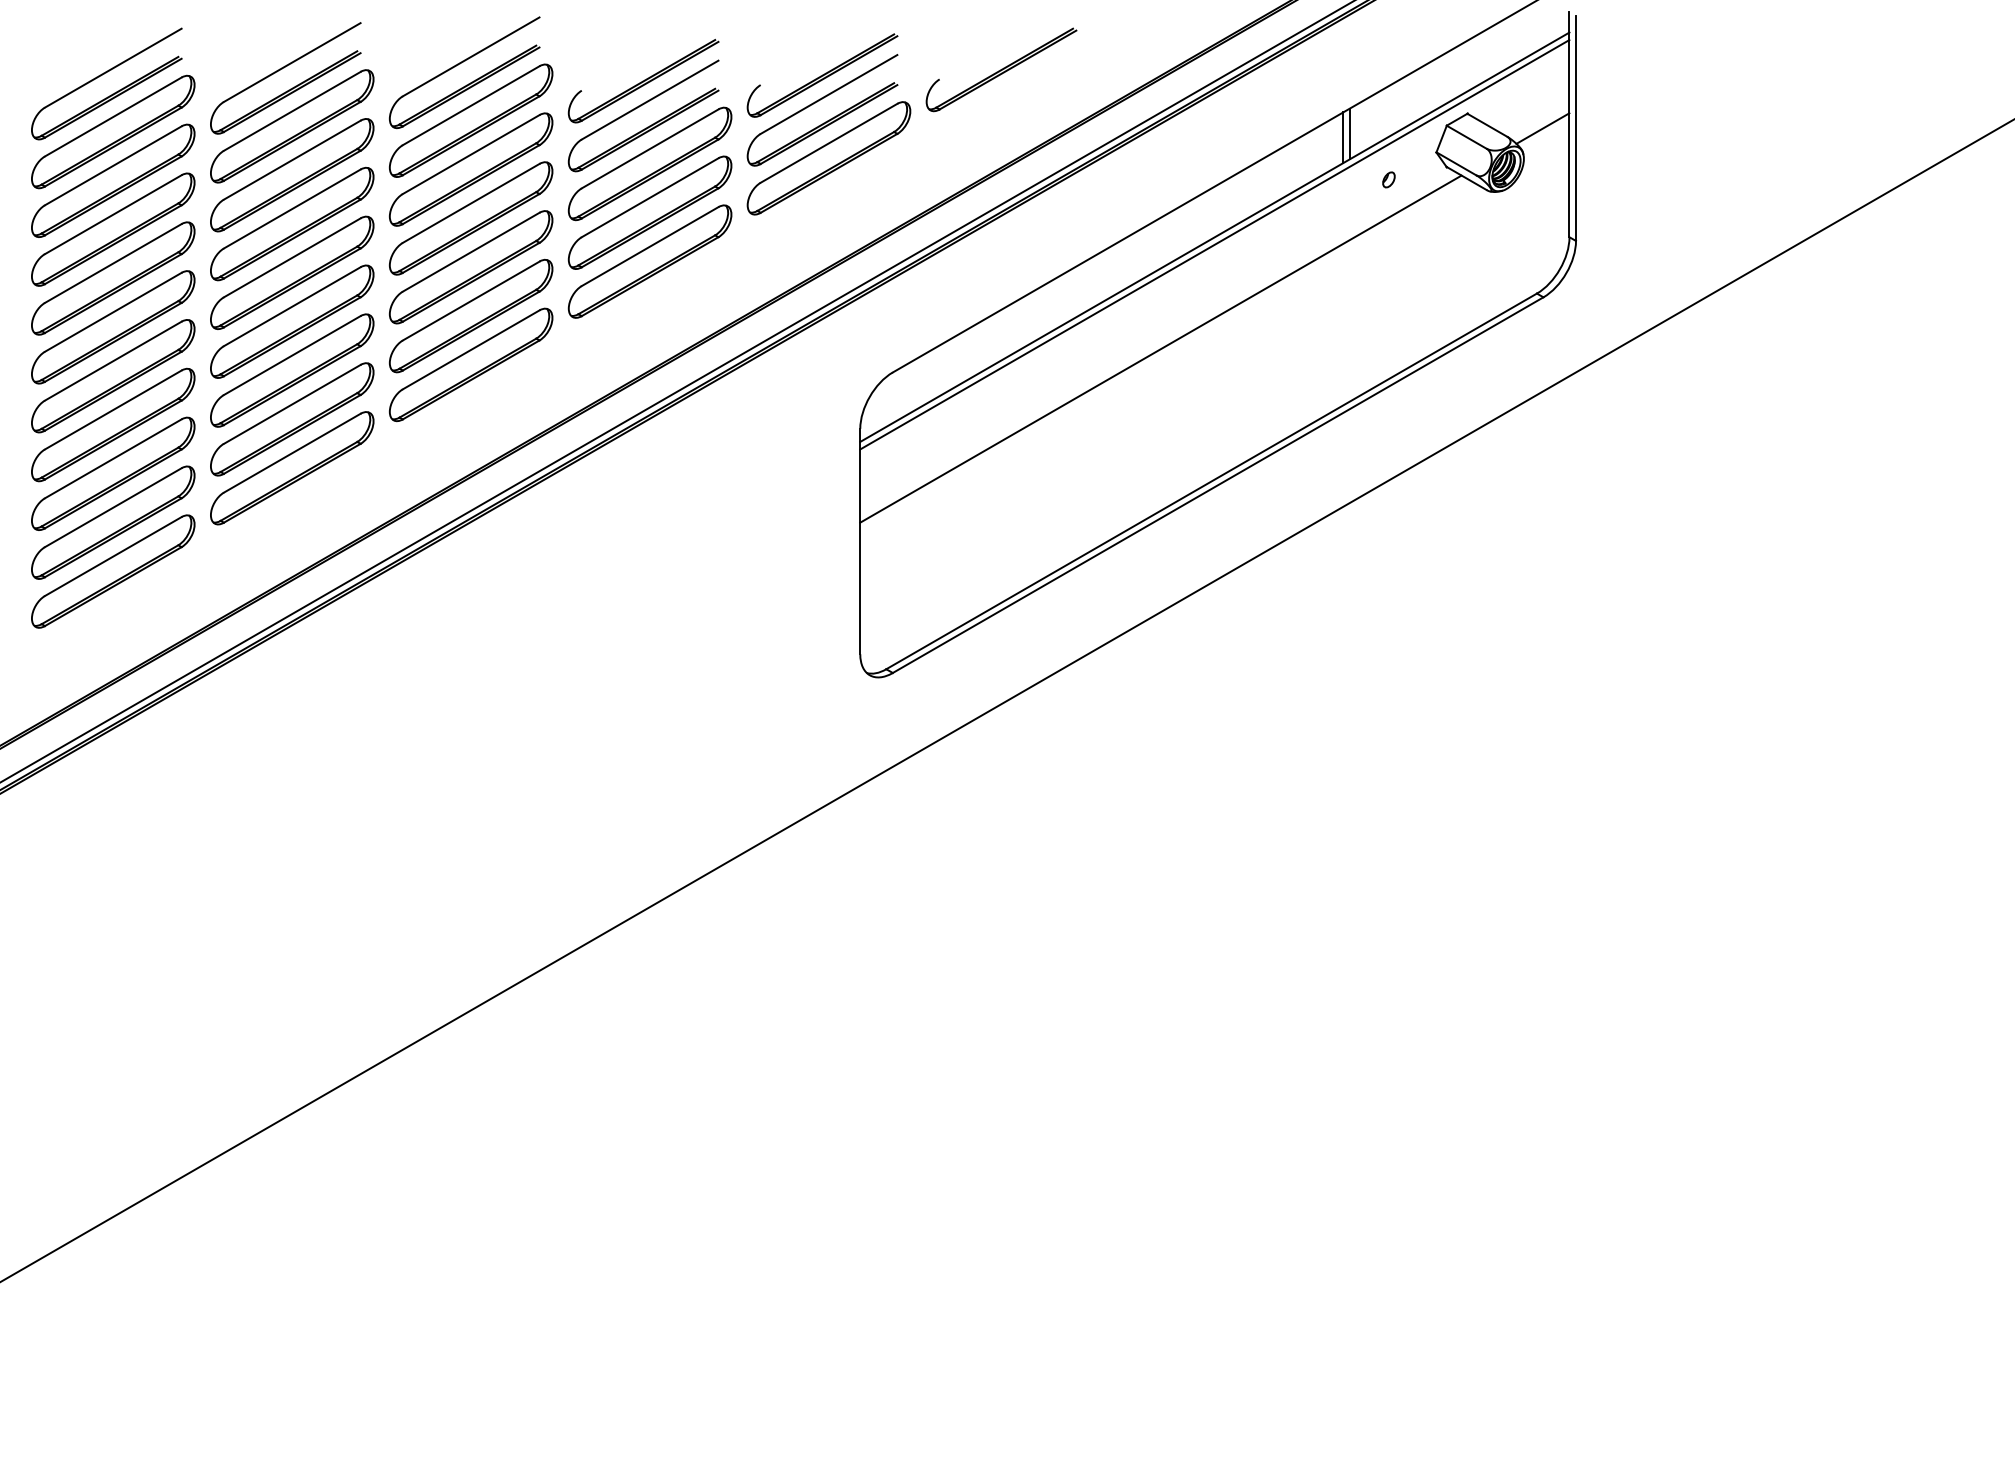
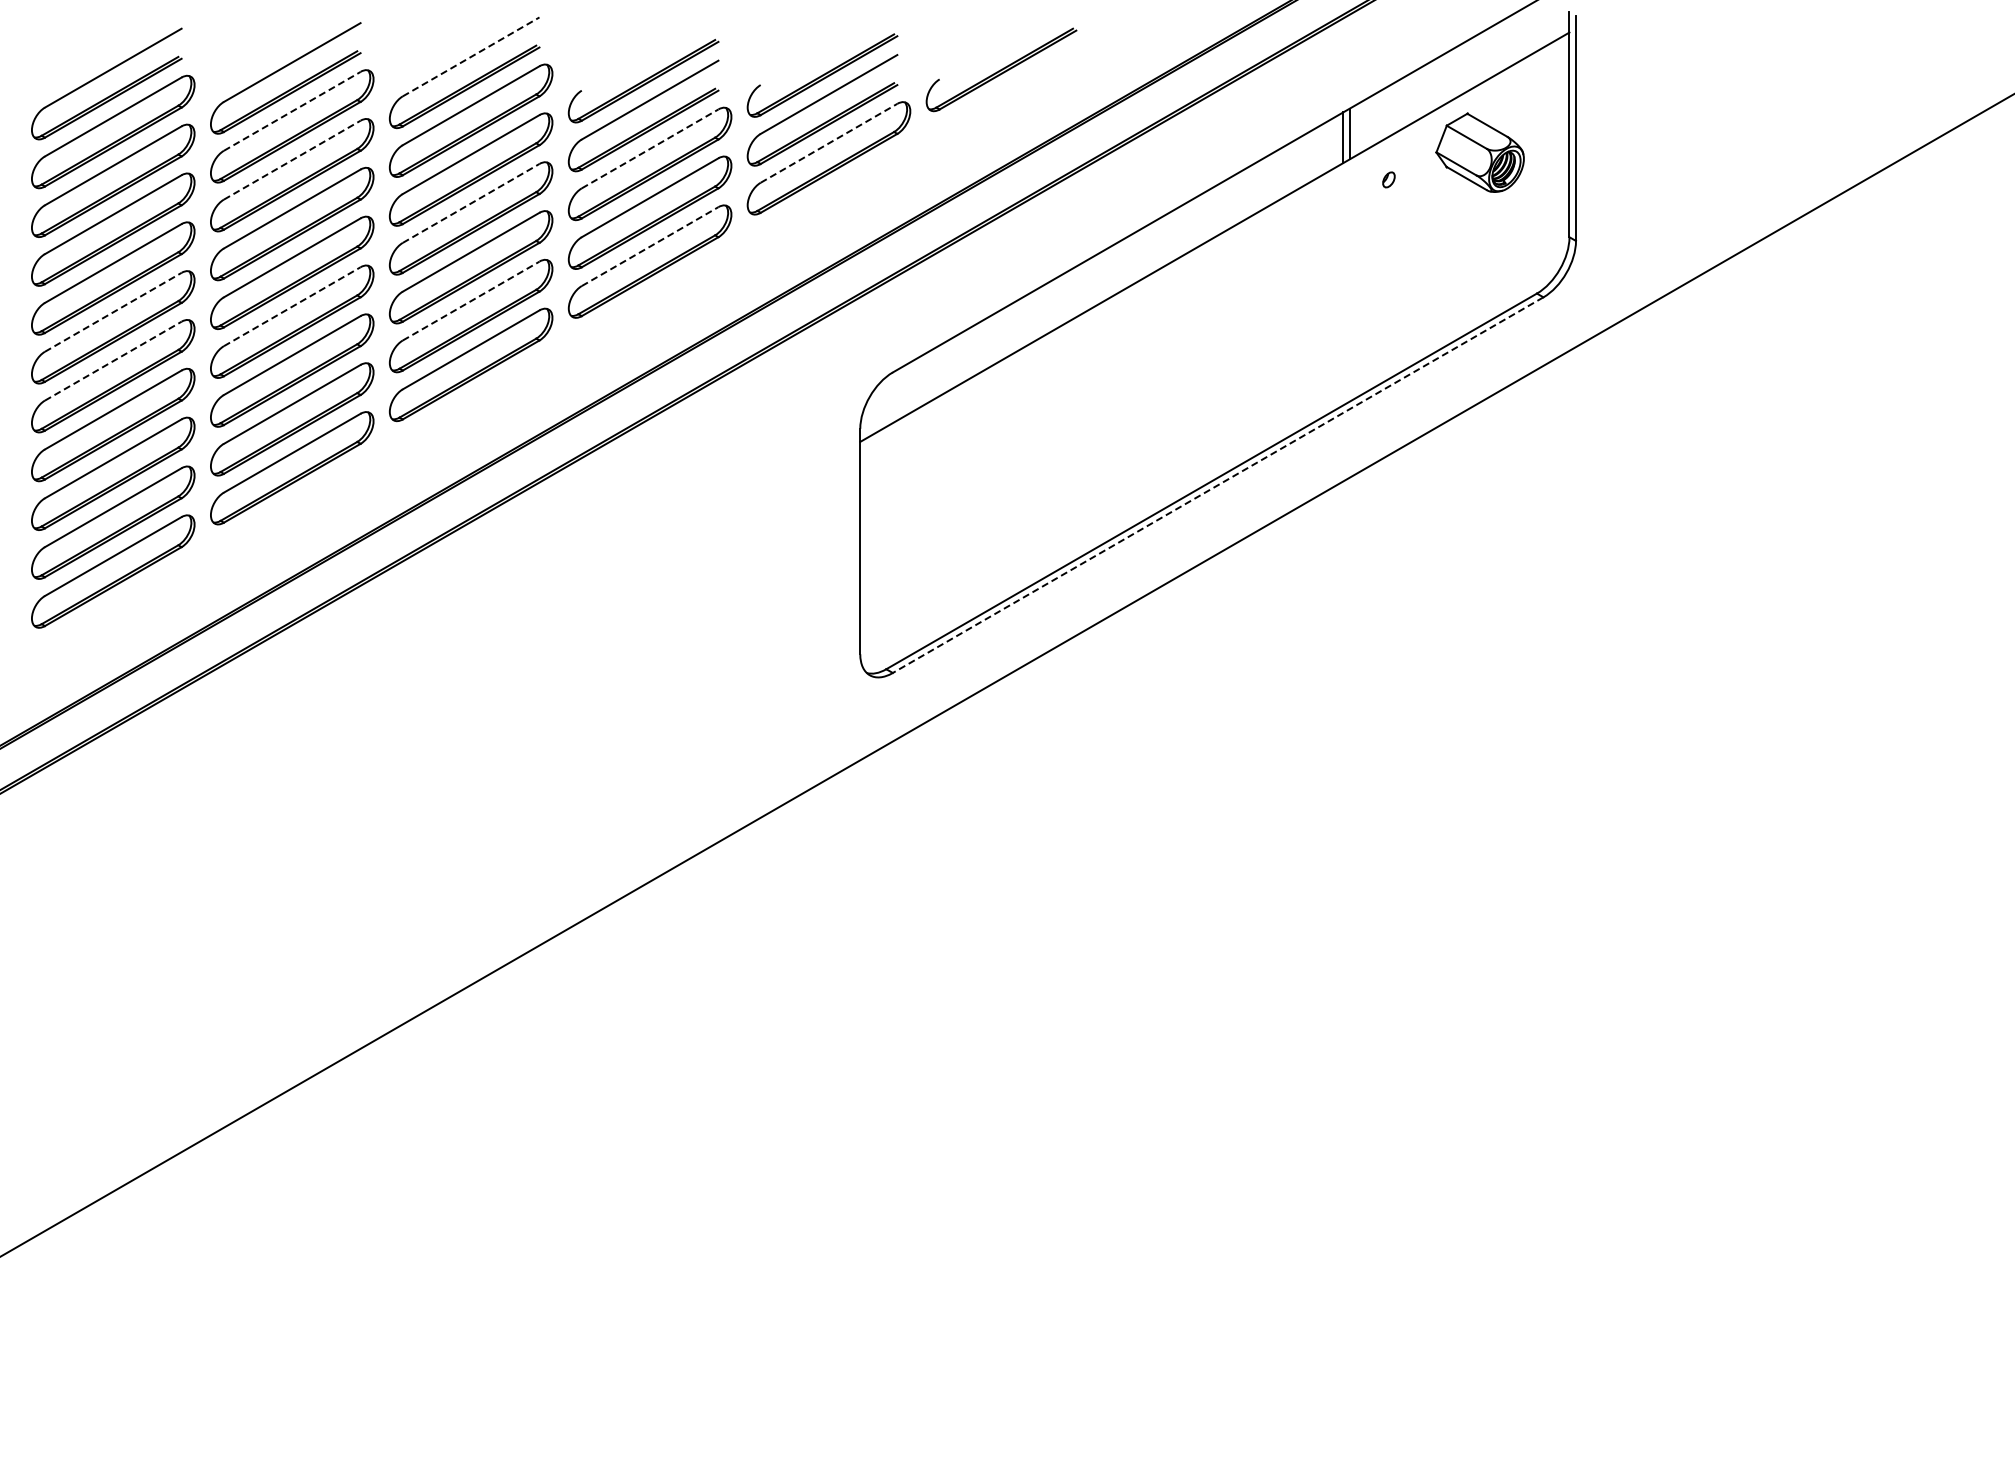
line at (471, 56): solid -> dashed
line at (292, 111): solid -> dashed
line at (1542, 128): present -> none
line at (829, 143): solid -> dashed
line at (650, 148): solid -> dashed
line at (292, 160): solid -> dashed
line at (471, 203): solid -> dashed
line at (1214, 244): present -> none
line at (650, 246): solid -> dashed
line at (471, 301): solid -> dashed
line at (292, 306): solid -> dashed
line at (113, 312): solid -> dashed
line at (1160, 348): present -> none
line at (113, 361): solid -> dashed
line at (677, 391): present -> none
line at (1218, 485): solid -> dashed
line at (1006, 700) position: (1006, 700) -> (1006, 675)
